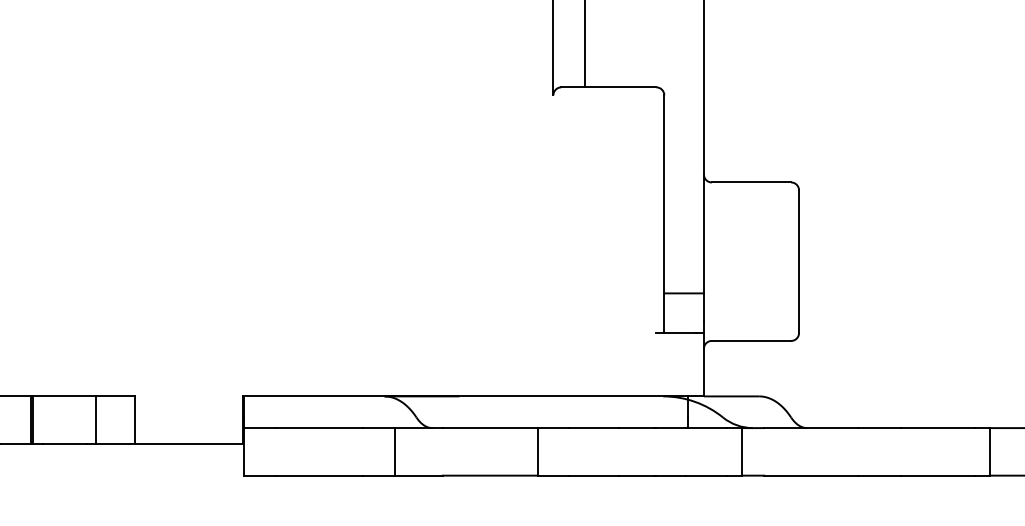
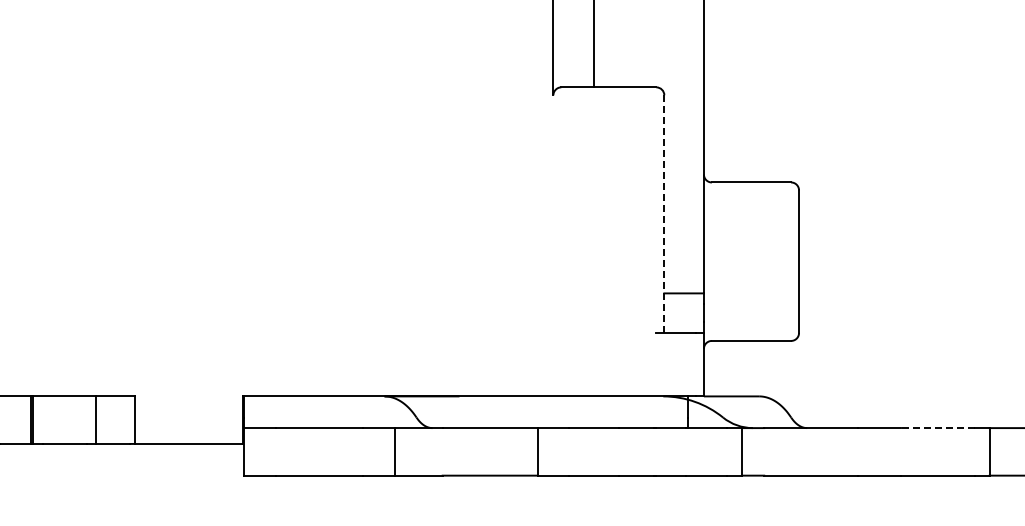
line at (585, 44) position: (585, 44) -> (594, 44)
line at (664, 214): solid -> dashed
line at (938, 428): solid -> dashed
